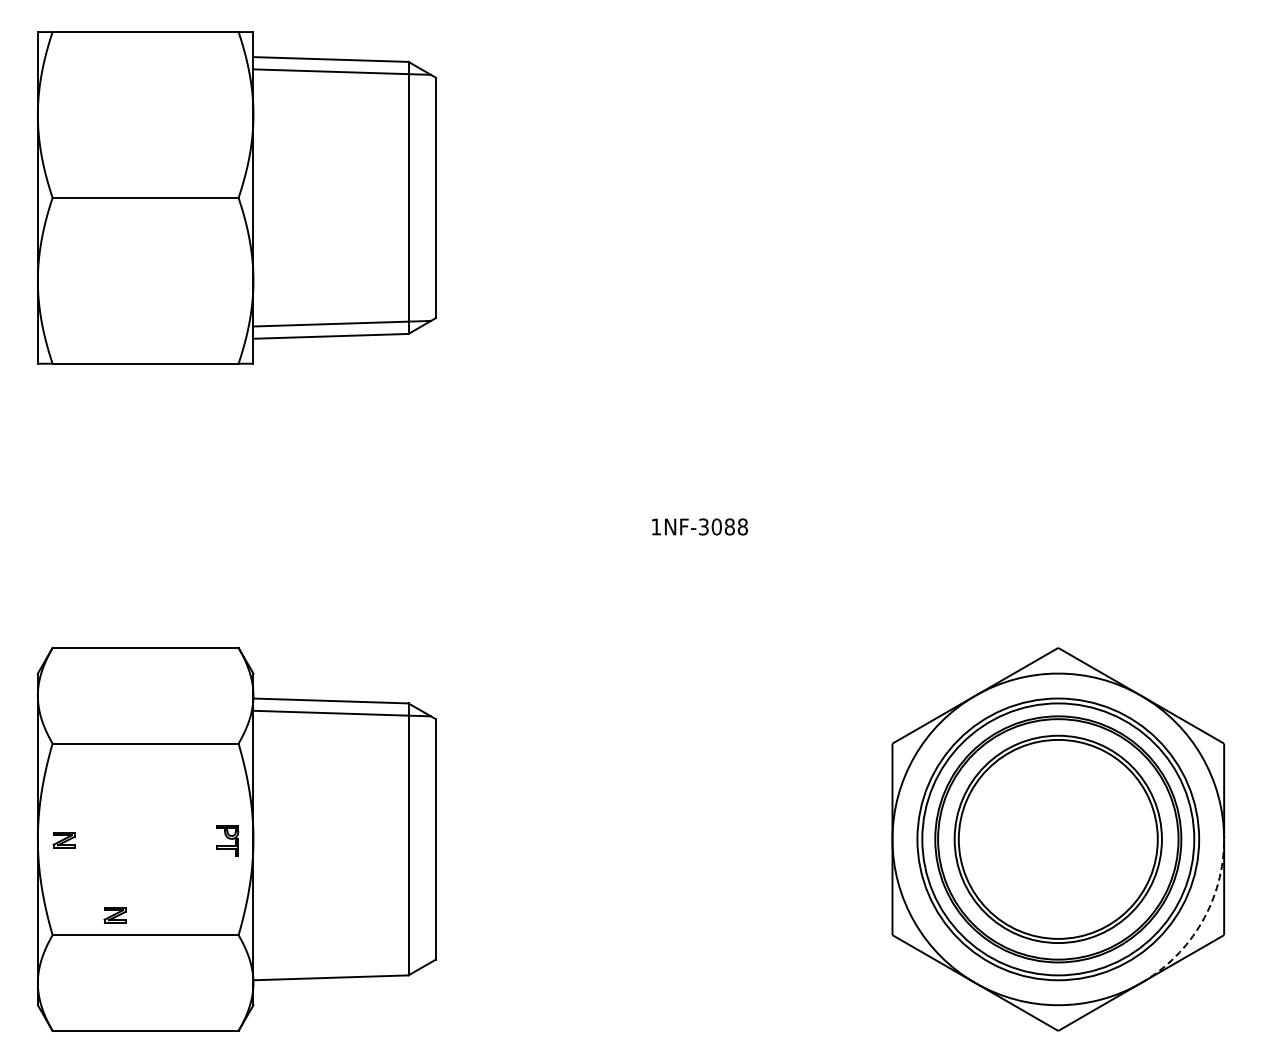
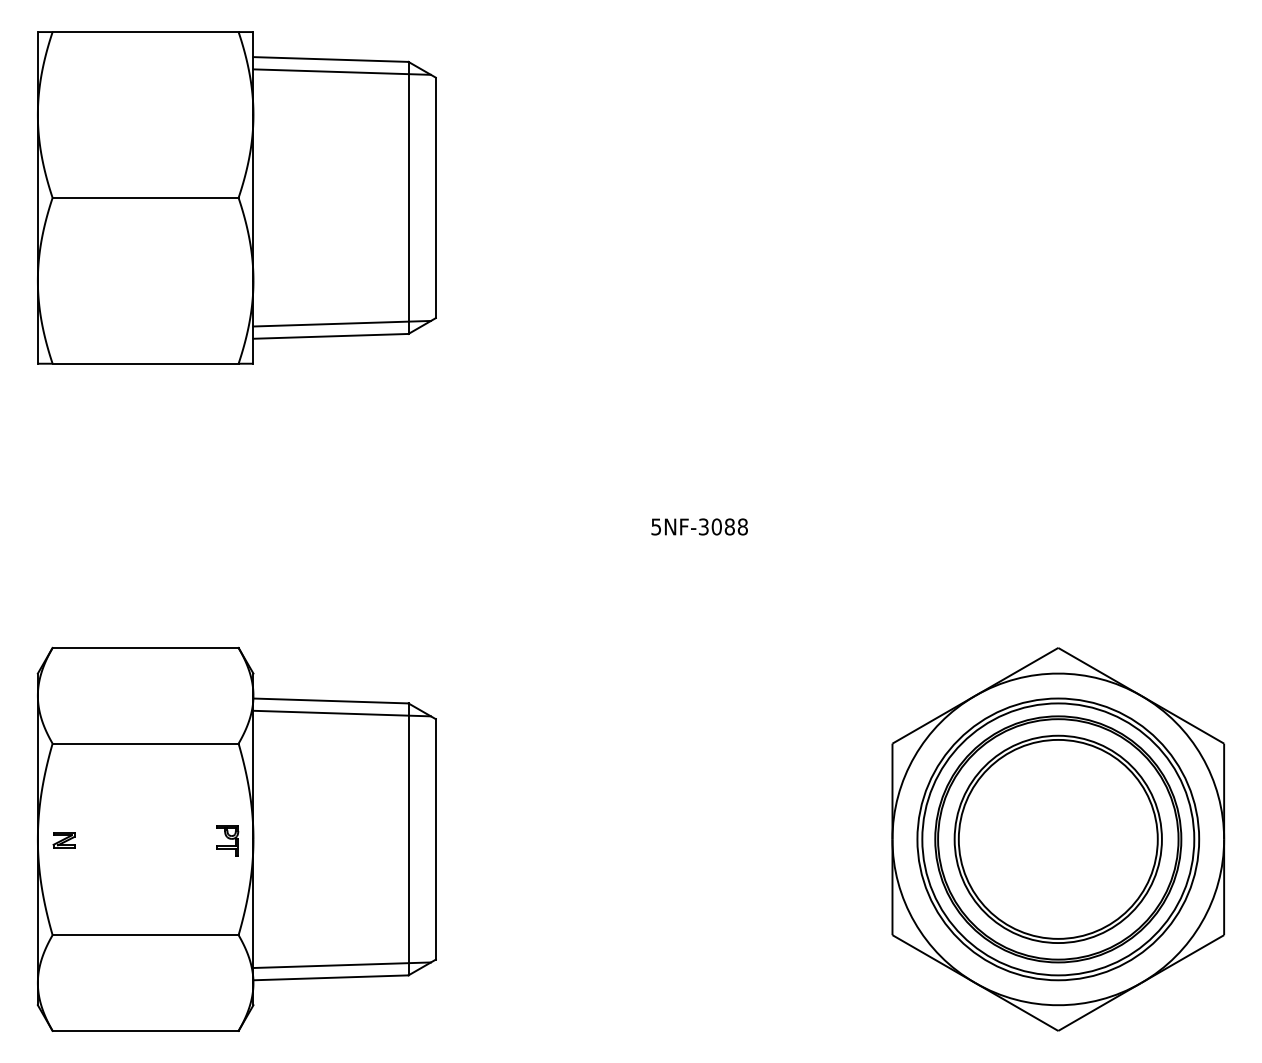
text at (655, 526): 1NF-3088 -> 5NF-3088
part at (114, 915): present -> none
arc at (1201, 922): dashed -> solid
line at (341, 965): none -> present
